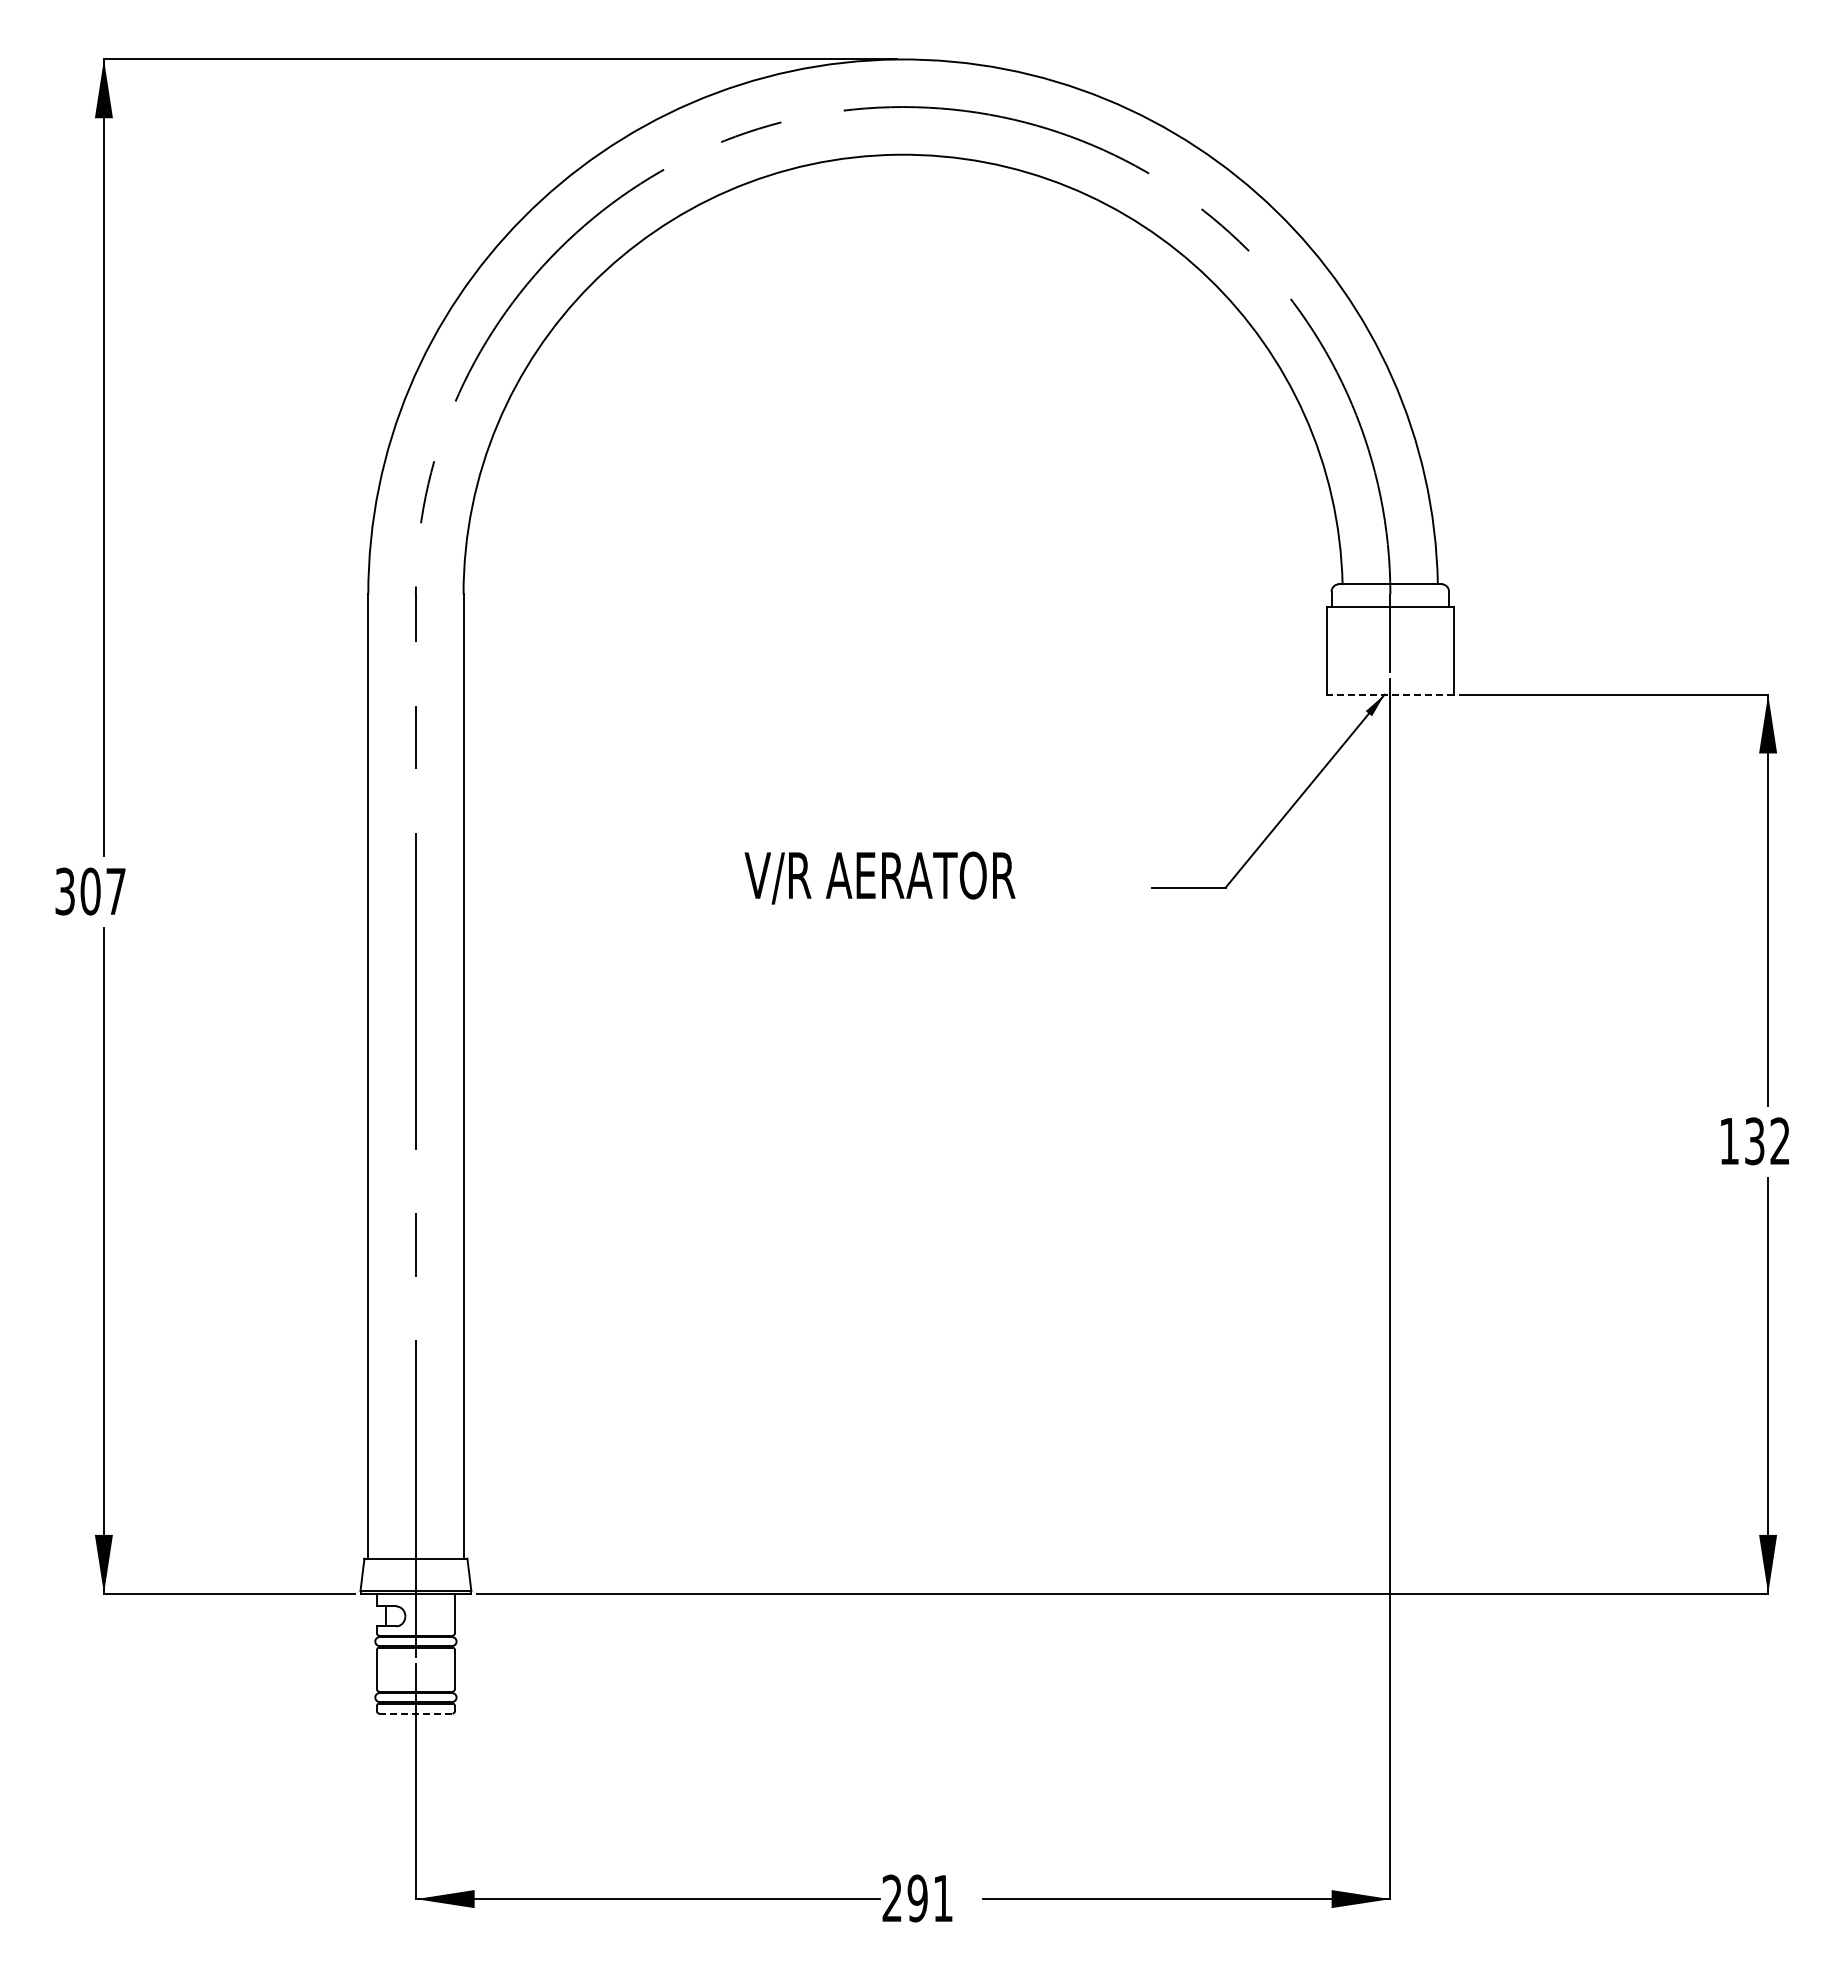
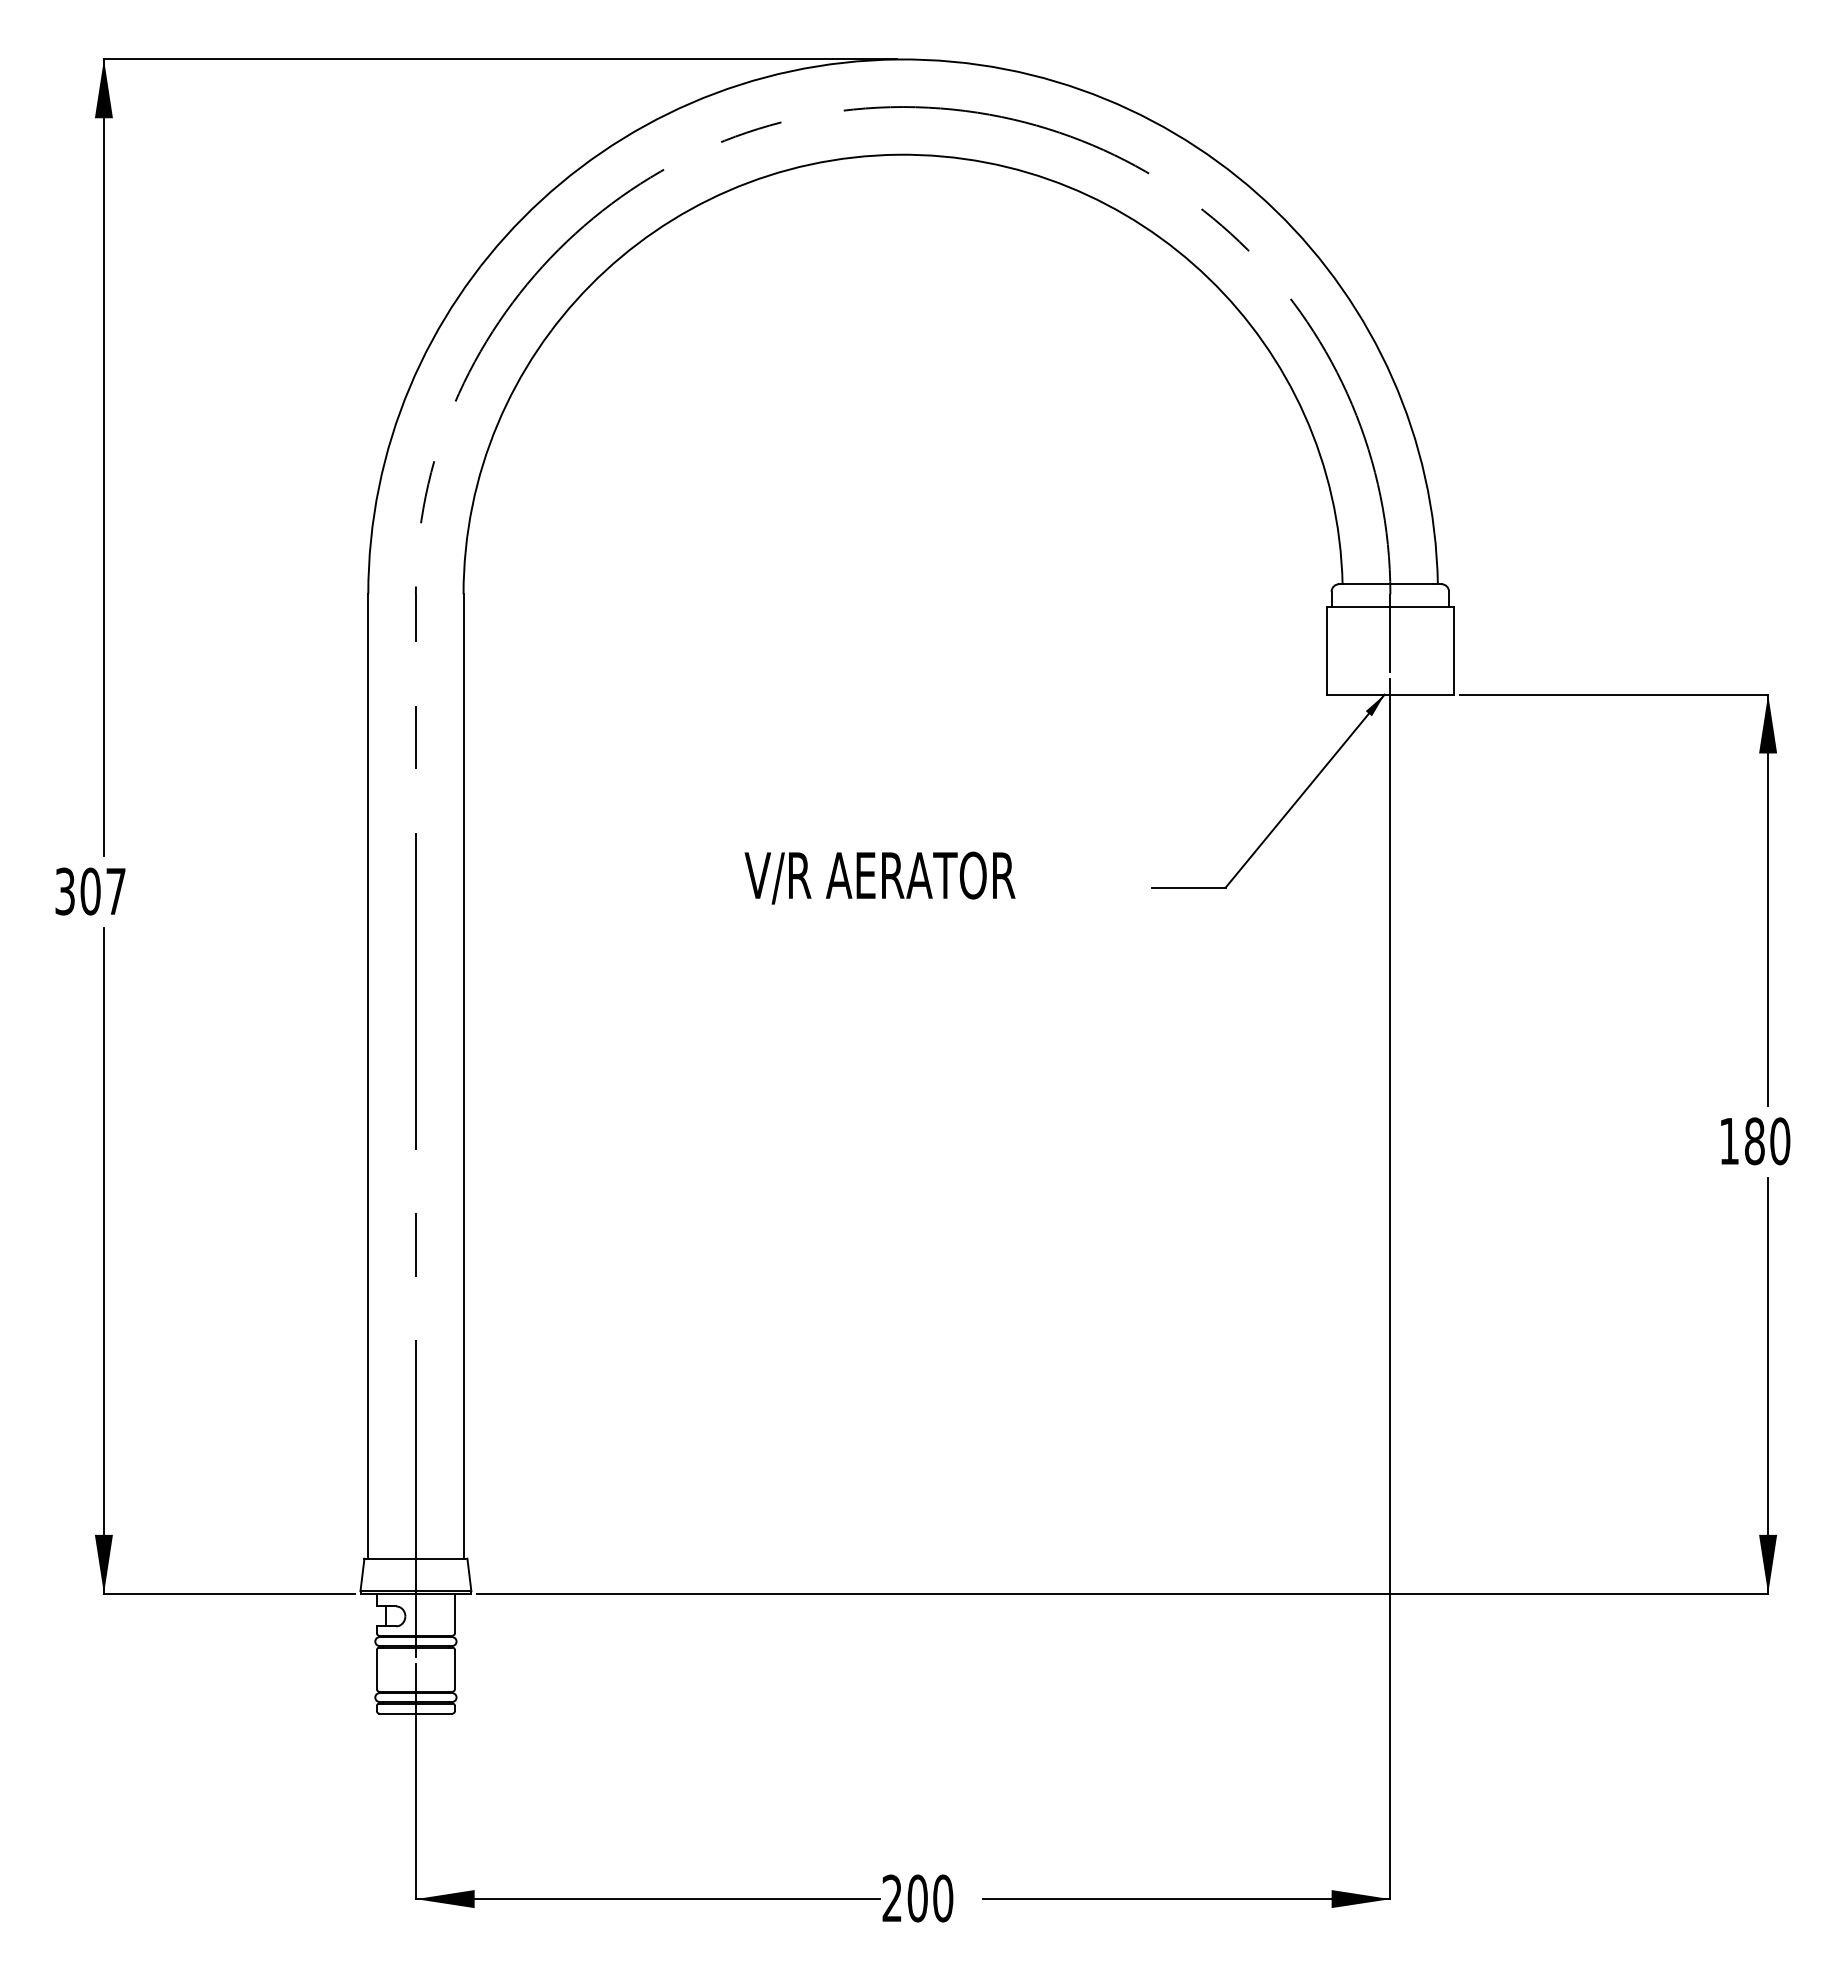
line at (1390, 694): dashed -> solid
text at (1767, 1141): 132 -> 180
line at (415, 1713): dashed -> solid
text at (930, 1898): 291 -> 200
